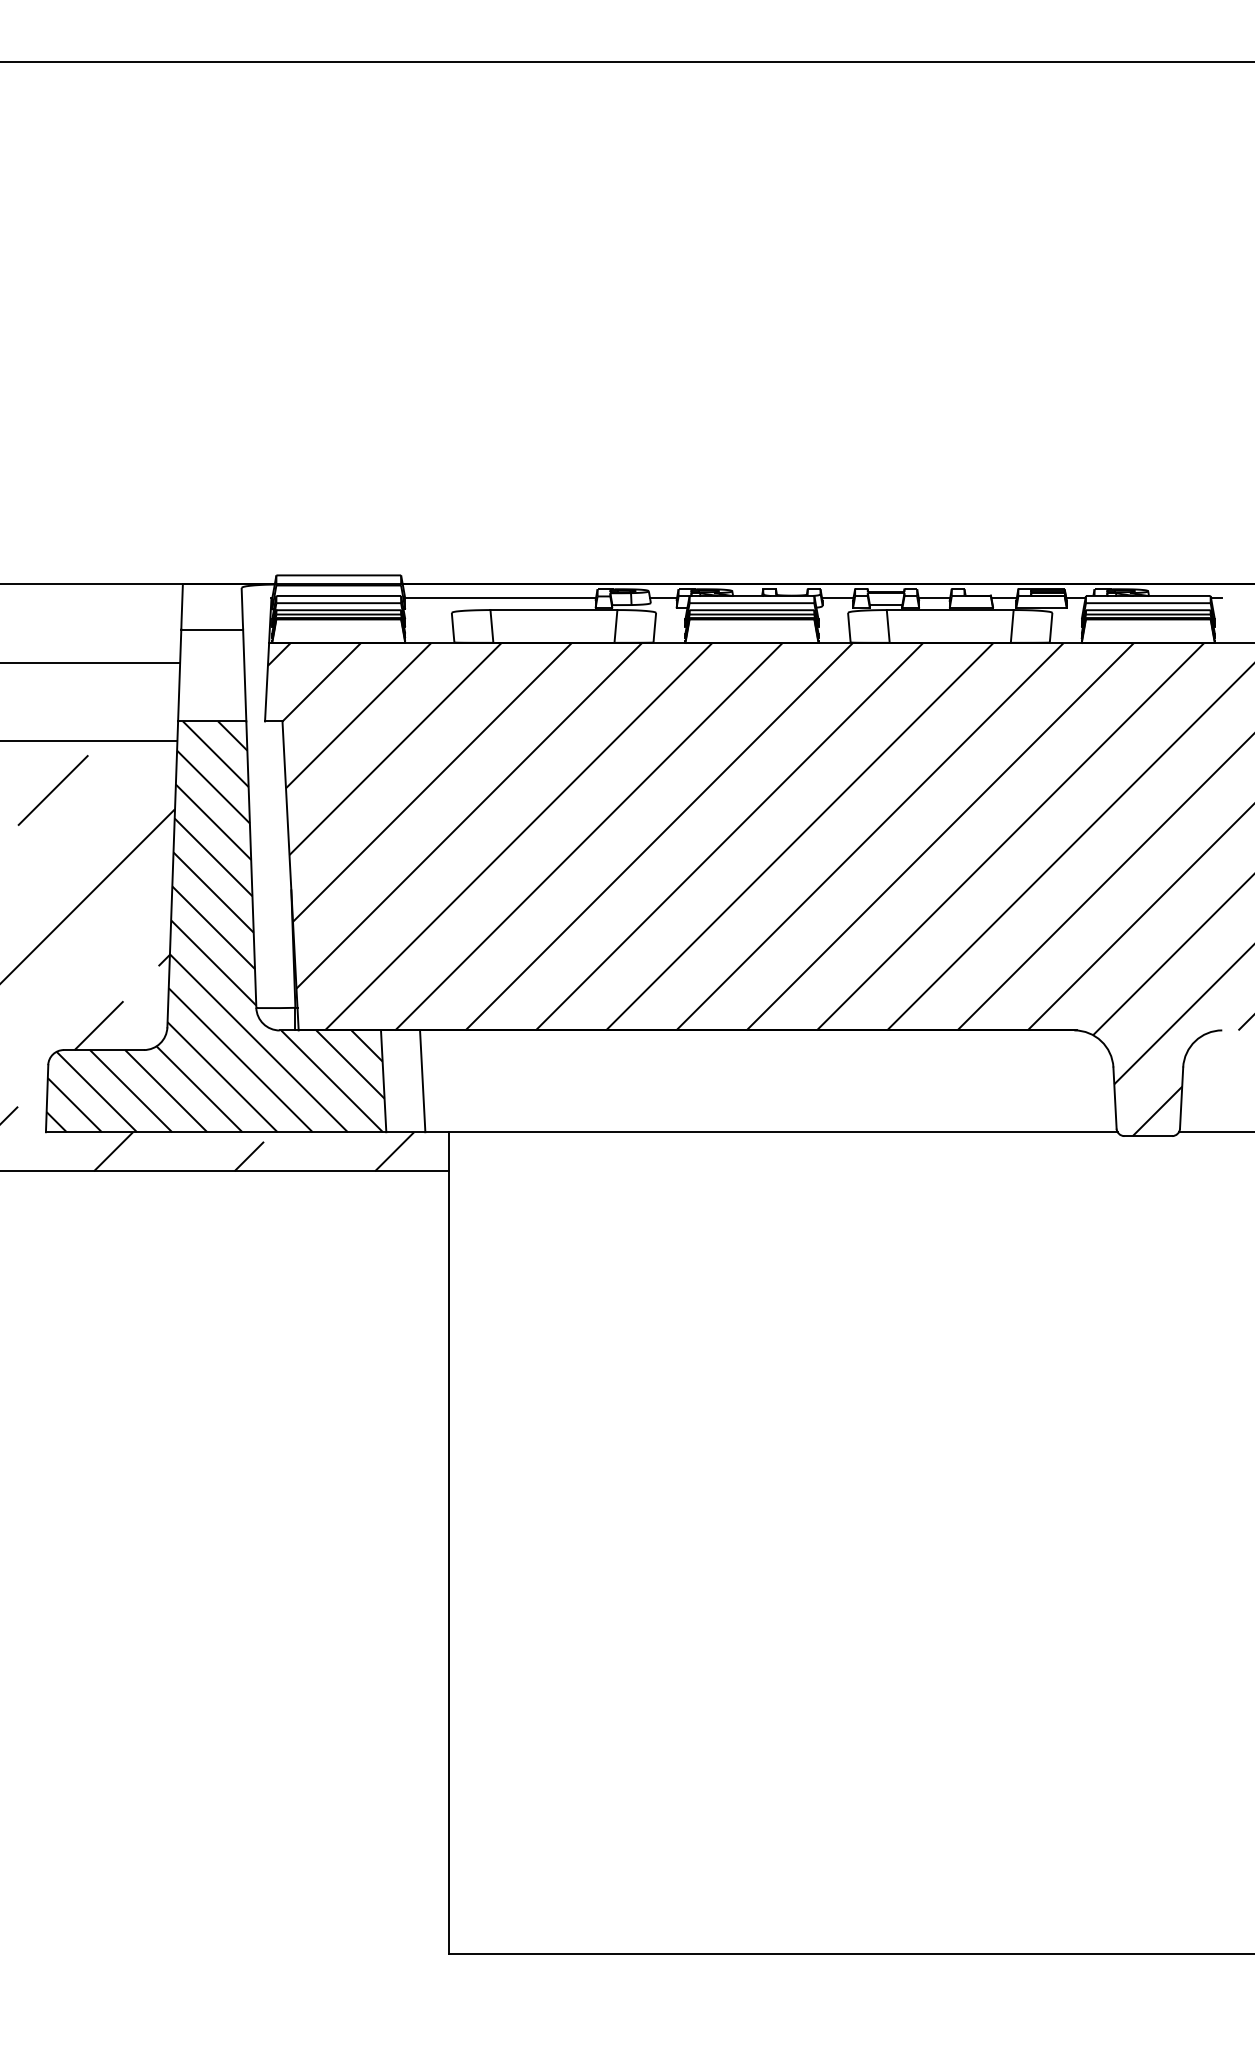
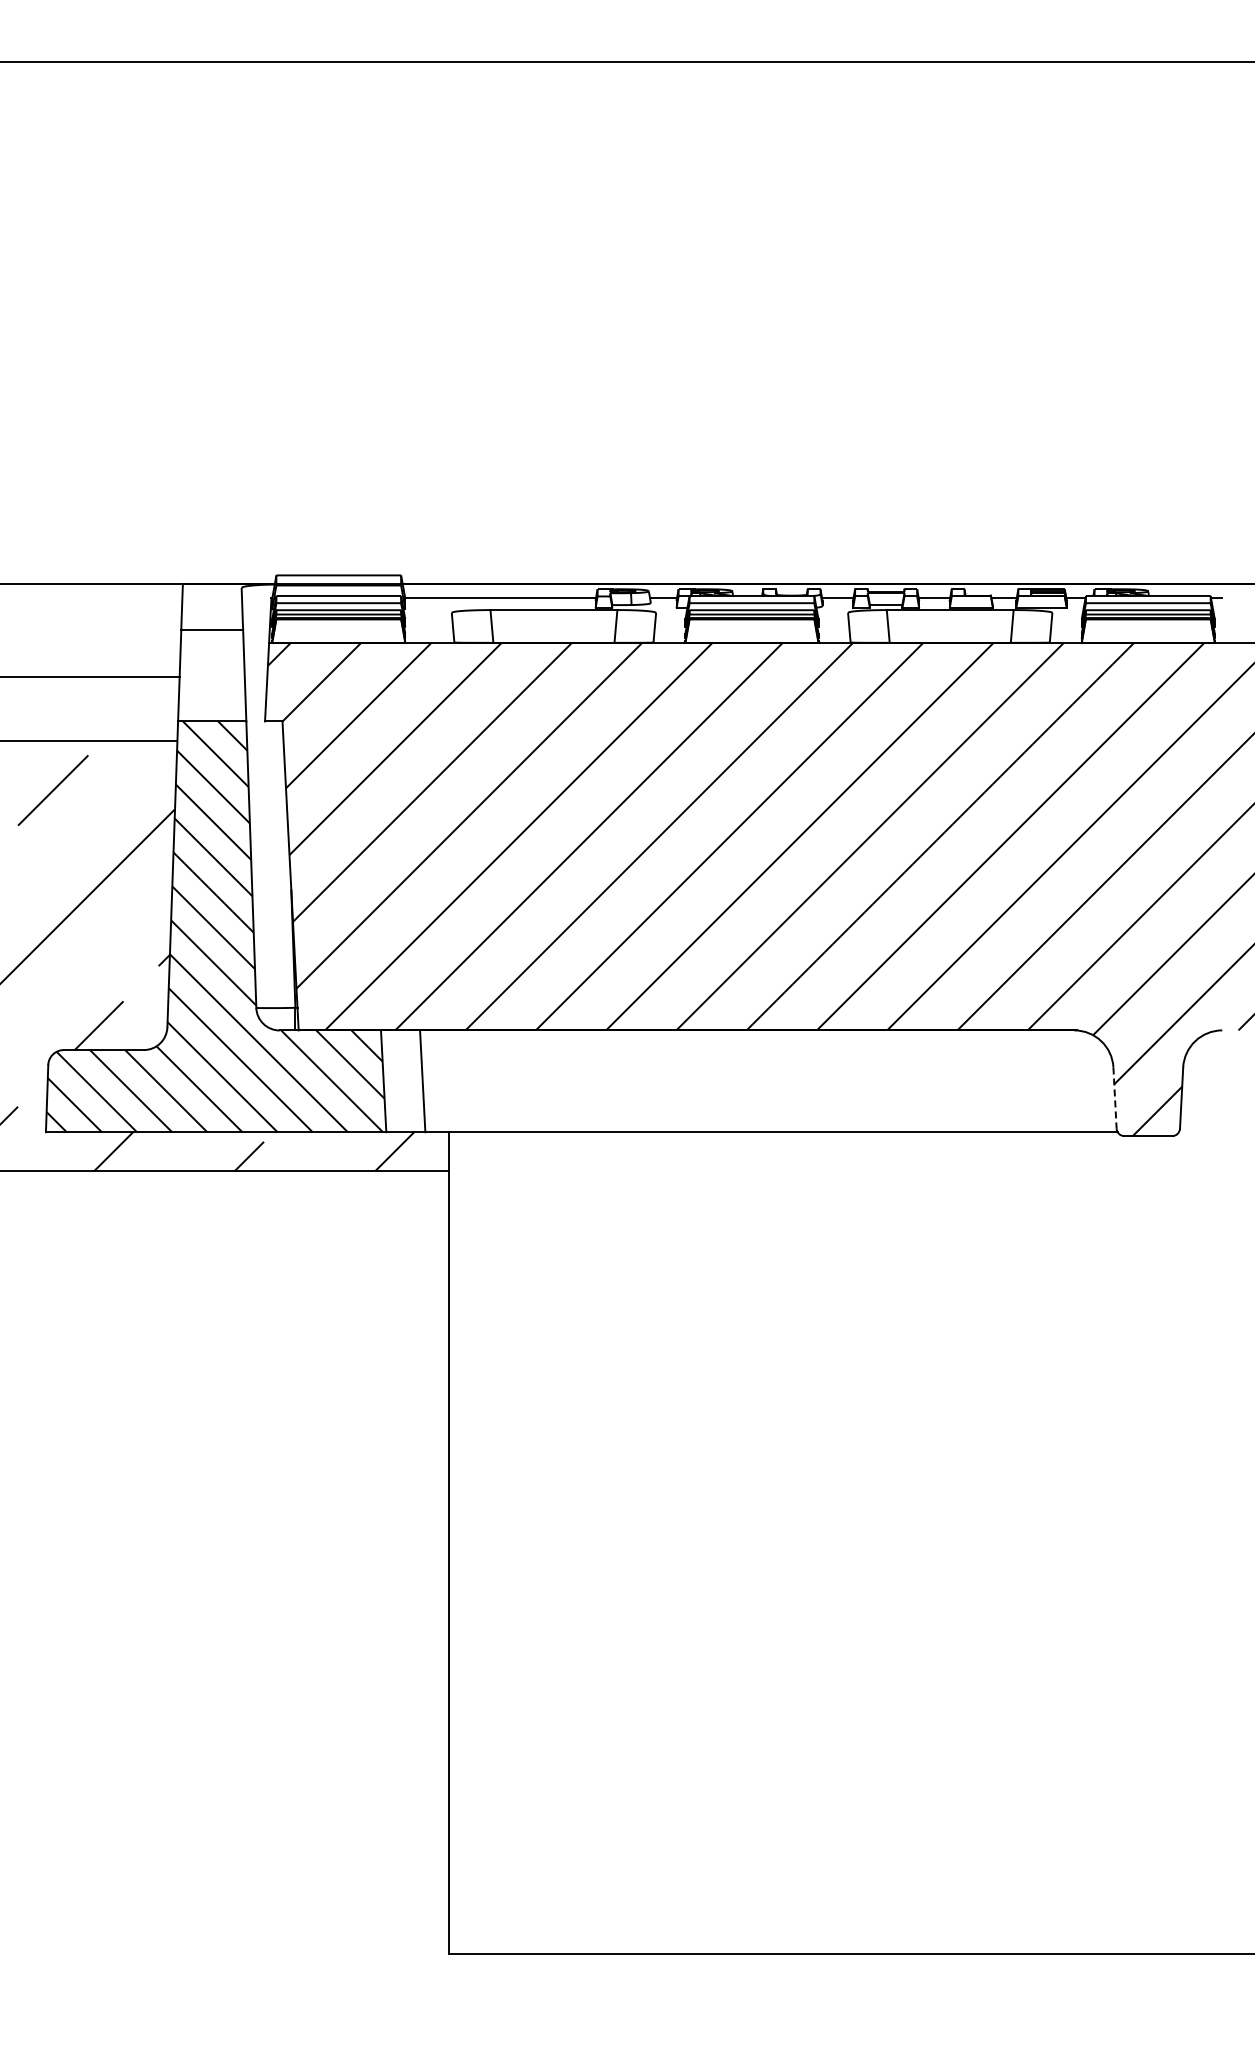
line at (91, 662) position: (91, 662) -> (91, 676)
line at (1115, 1098): solid -> dashed
line at (1214, 1132): present -> none
